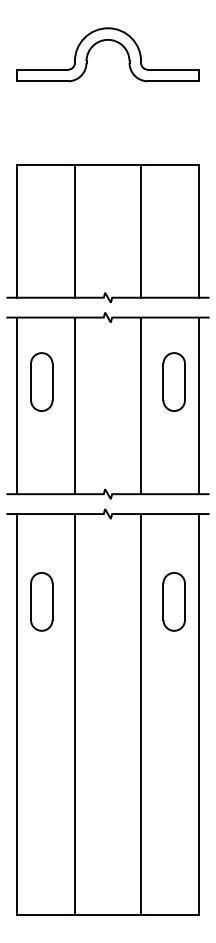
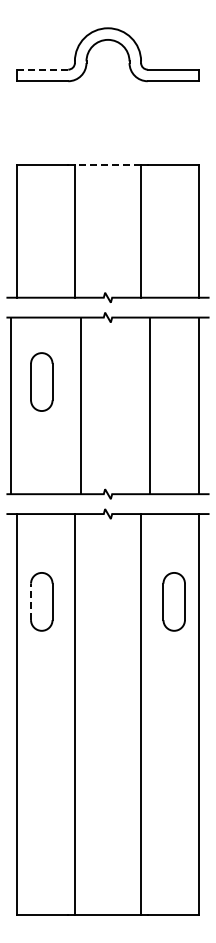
line at (42, 69): solid -> dashed
line at (107, 164): solid -> dashed
part at (173, 381): present -> none
line at (16, 405) position: (16, 405) -> (10, 405)
line at (74, 405) position: (74, 405) -> (80, 405)
line at (141, 405) position: (141, 405) -> (150, 405)
line at (31, 601): solid -> dashed
